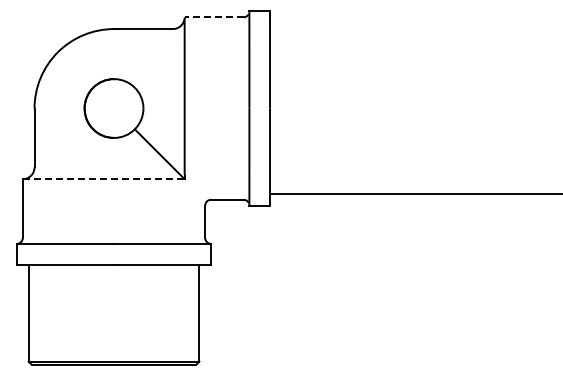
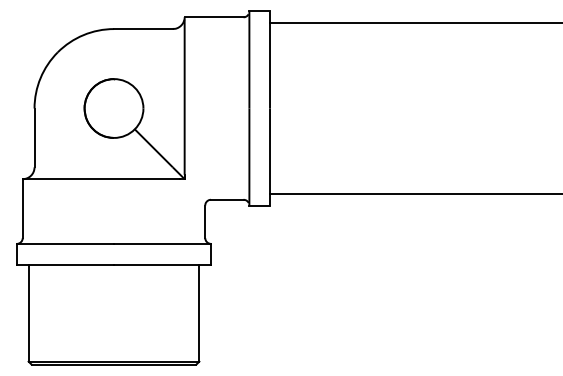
line at (213, 17): dashed -> solid
line at (414, 23): none -> present
line at (101, 179): dashed -> solid
